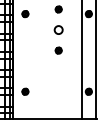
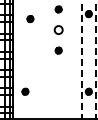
part at (25, 14) position: (25, 14) -> (30, 19)
line at (96, 59): solid -> dashed
line at (81, 60): solid -> dashed
